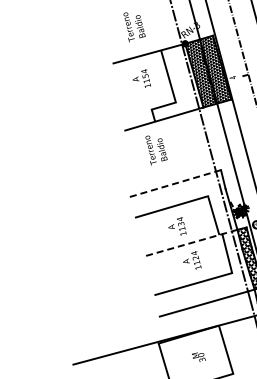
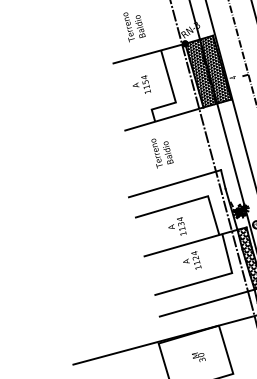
text at (141, 78) position: (141, 78) -> (141, 84)
text at (156, 150) position: (156, 150) -> (162, 153)
line at (175, 183): dashed -> solid
line at (190, 243): dashed -> solid
